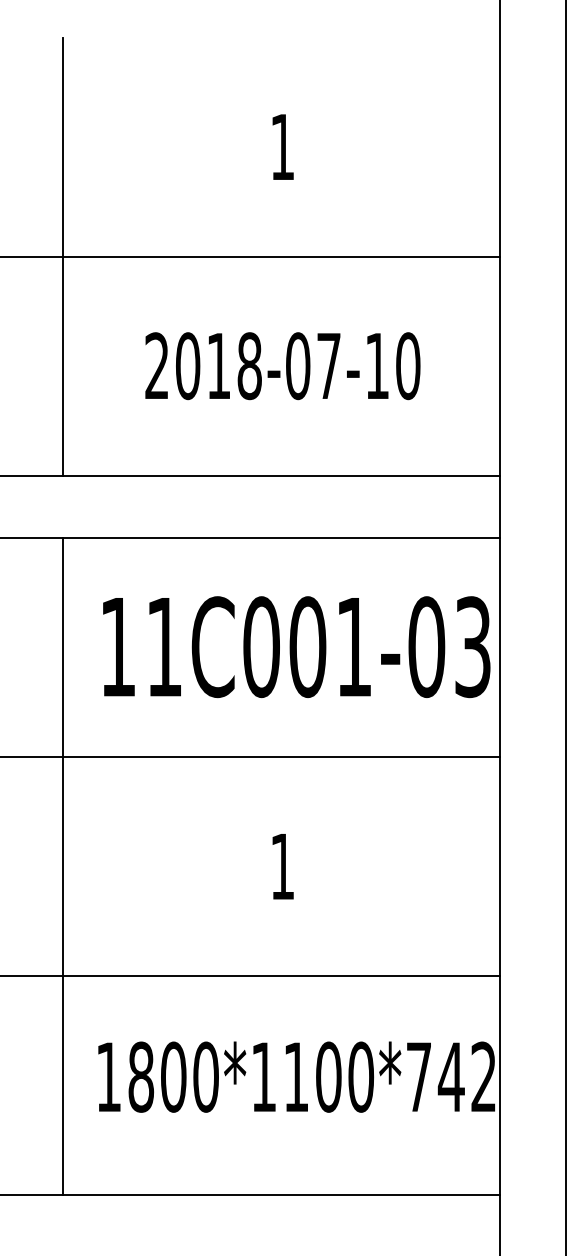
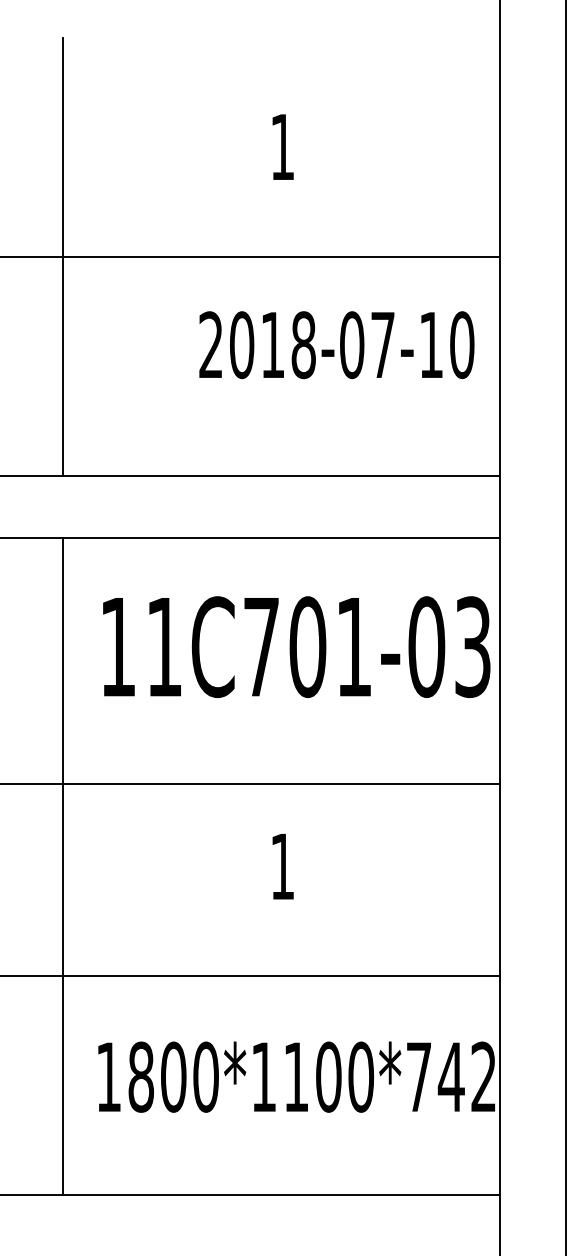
text at (282, 366) position: (282, 366) -> (336, 345)
text at (261, 647): 11C001-03 -> 11C701-03
line at (251, 757) position: (251, 757) -> (251, 784)
